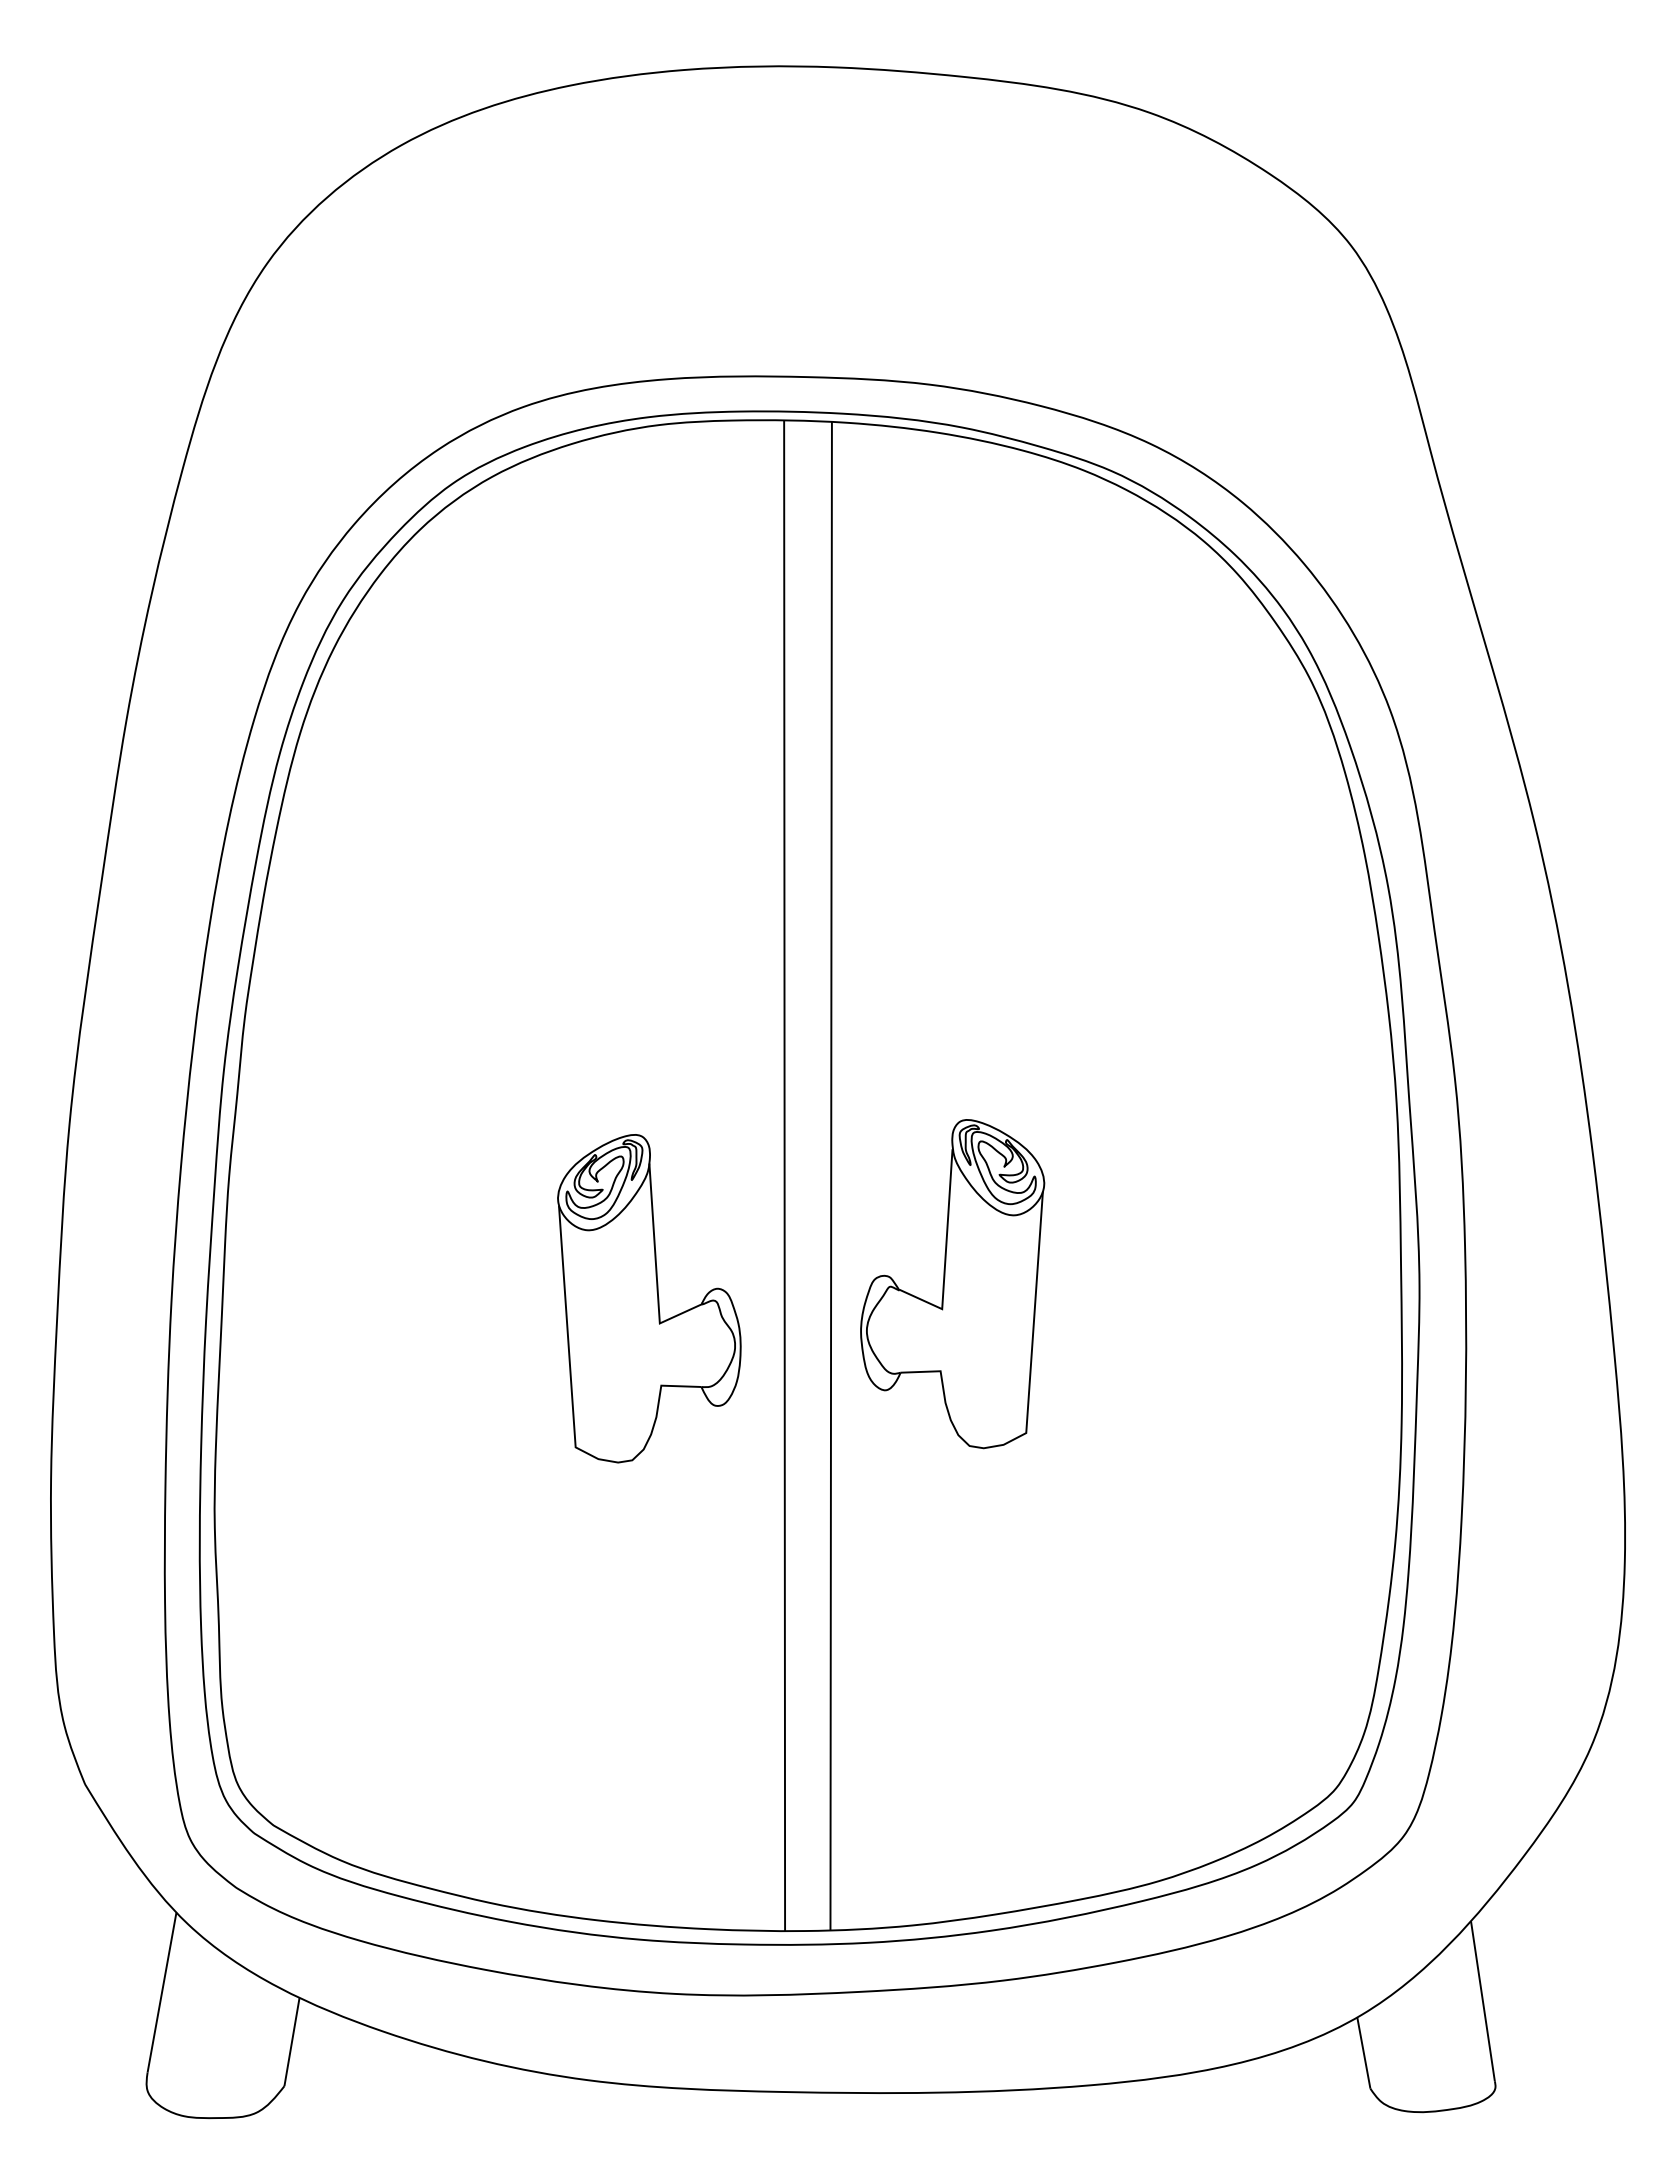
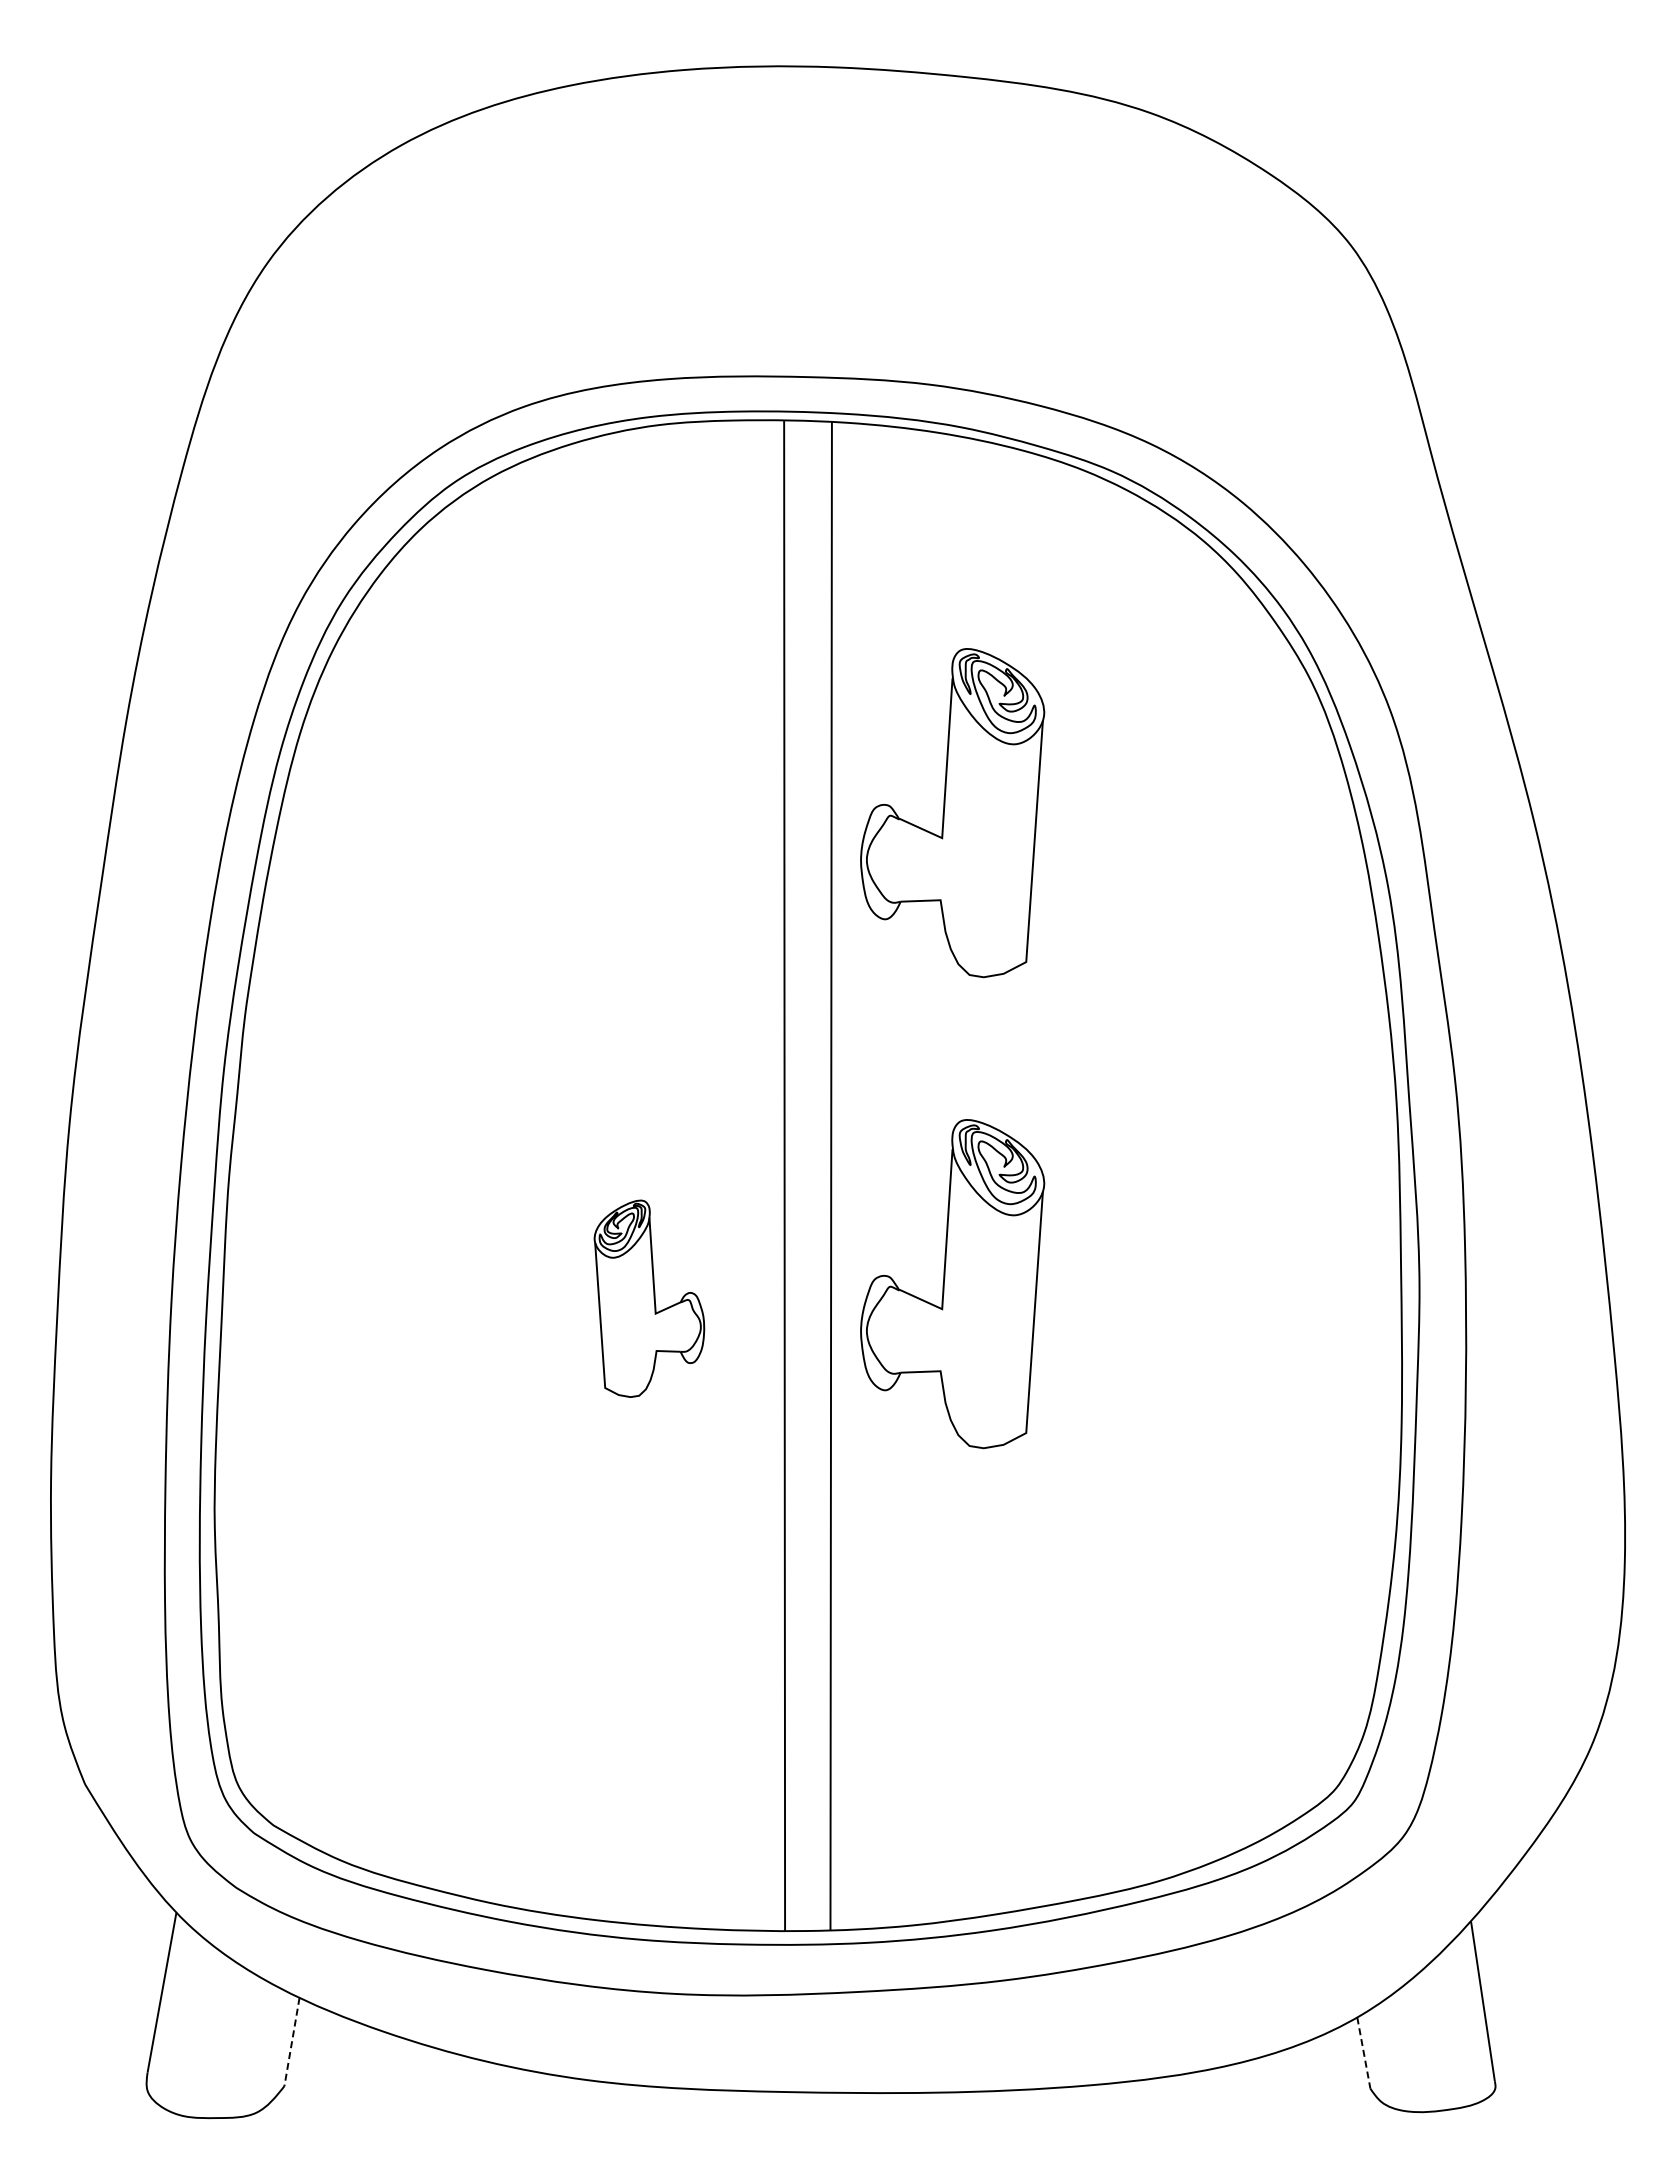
part at (952, 813): none -> present
part at (649, 1298) size: 185x330 px -> 113x199 px
line at (292, 2042): solid -> dashed
line at (1363, 2053): solid -> dashed
